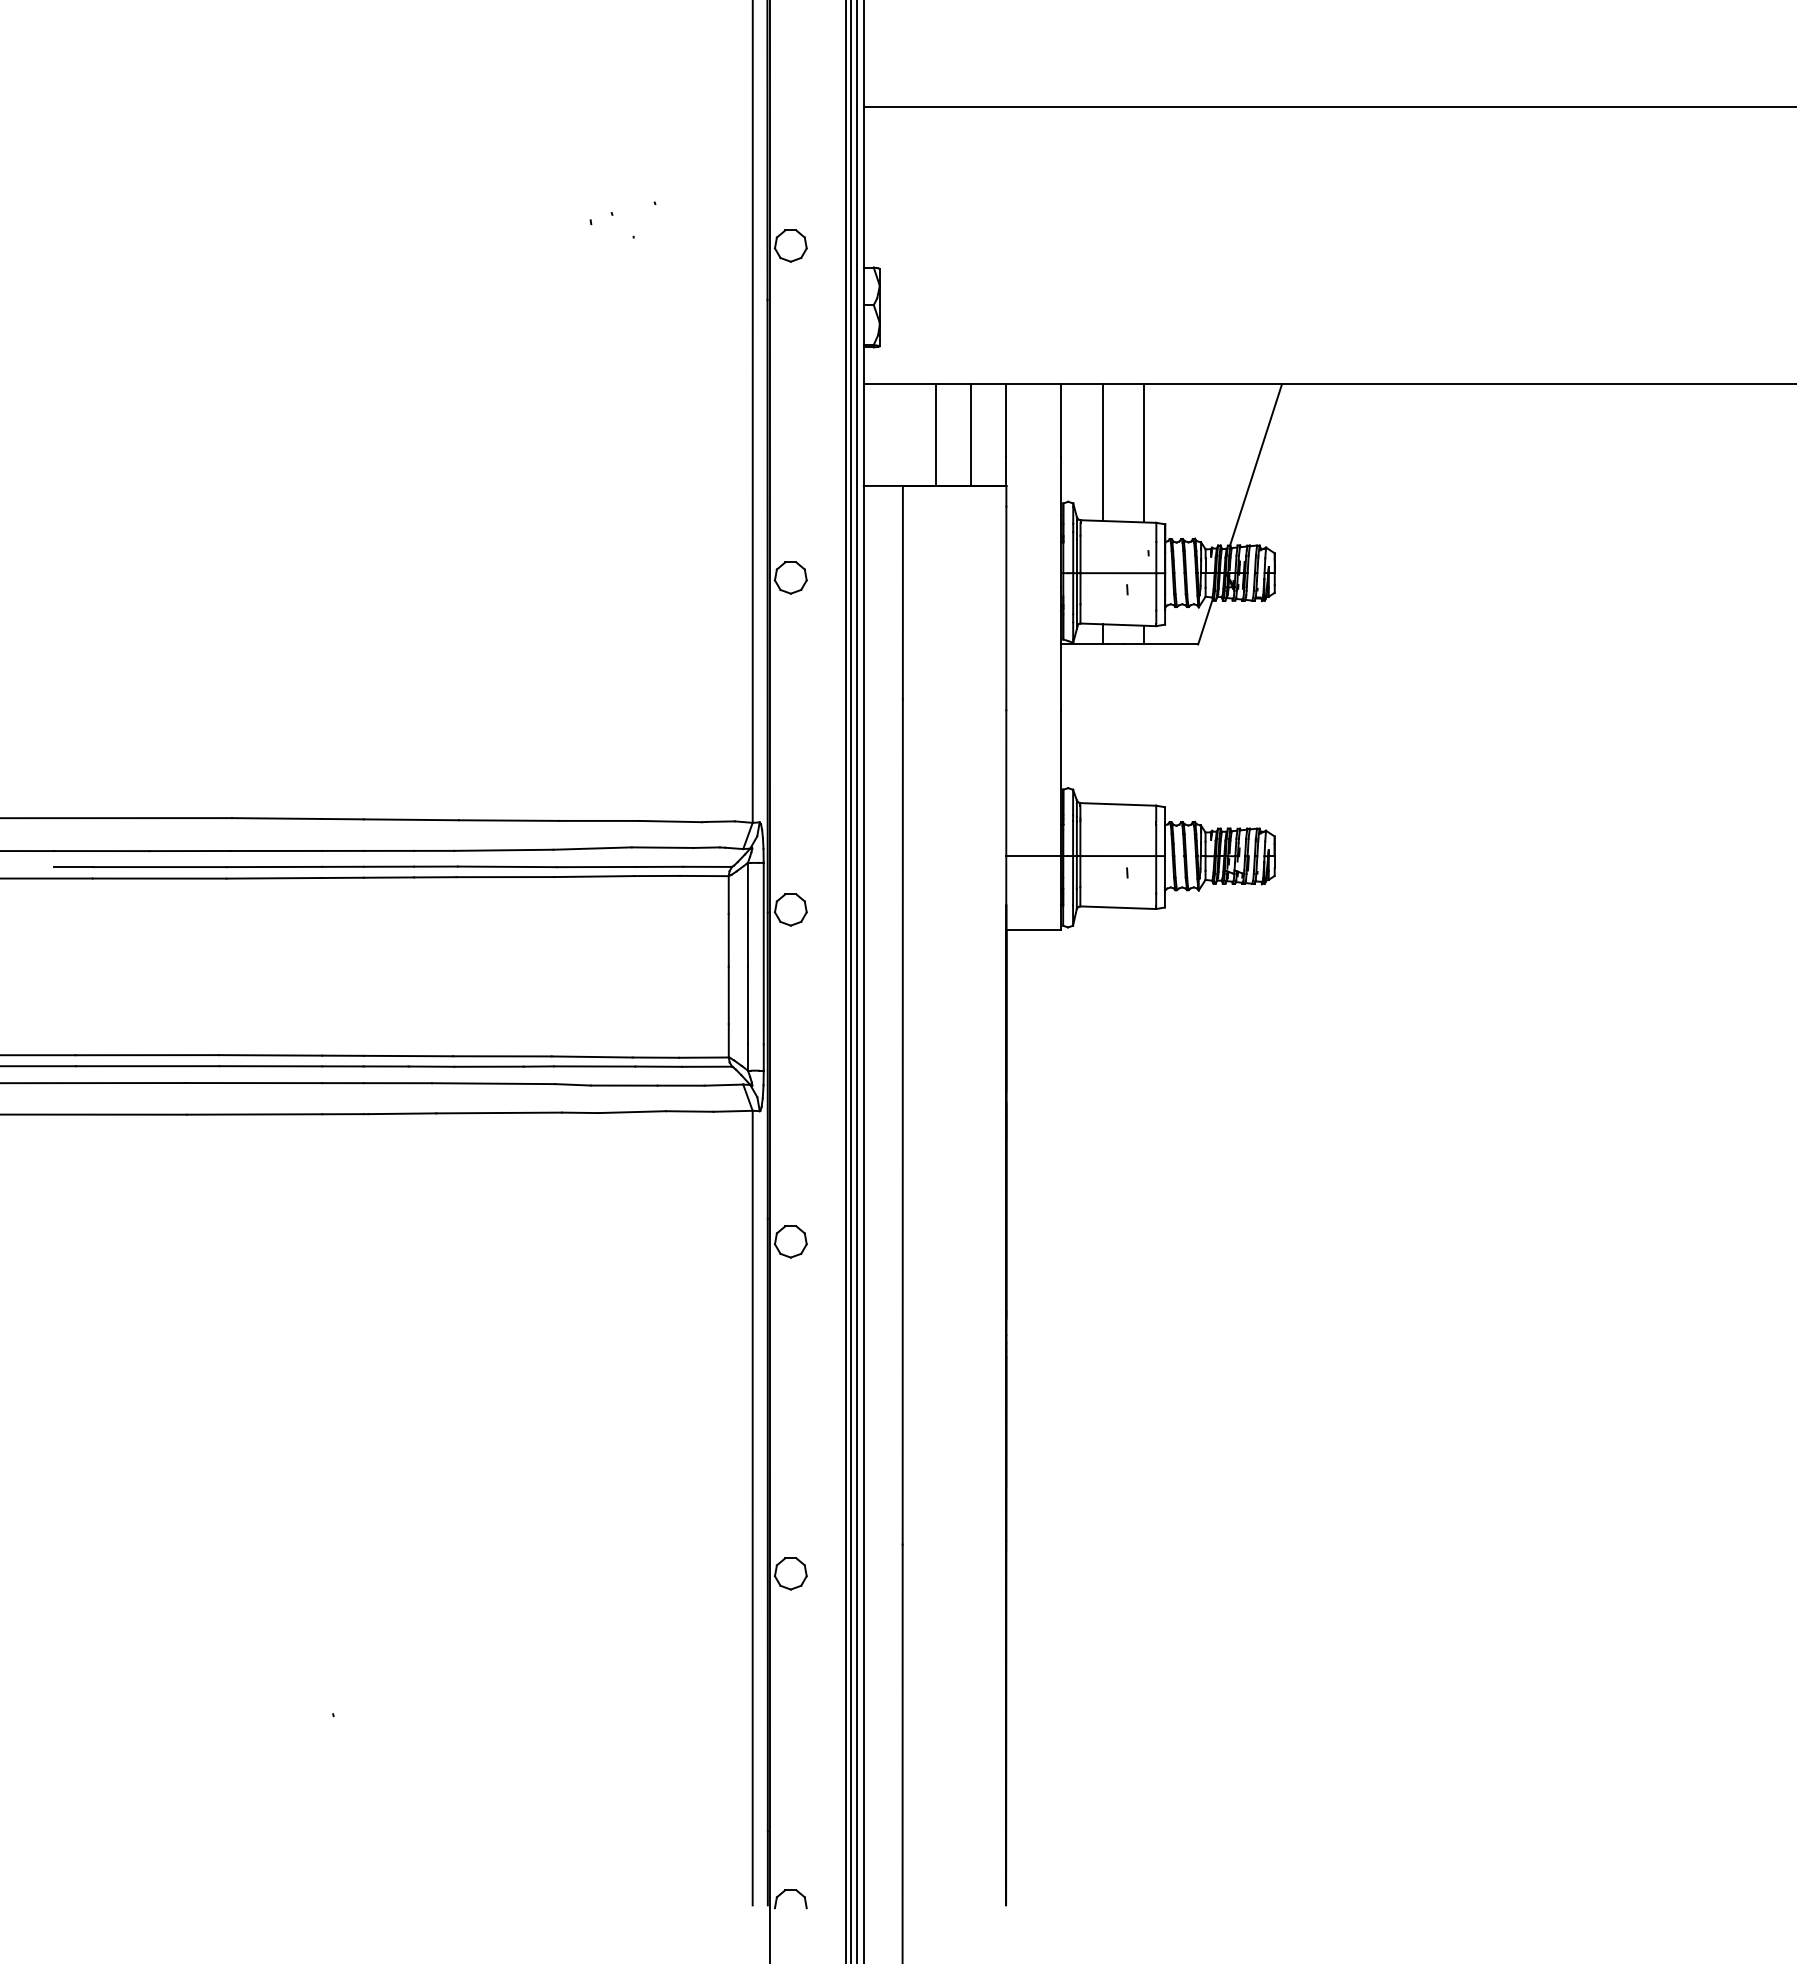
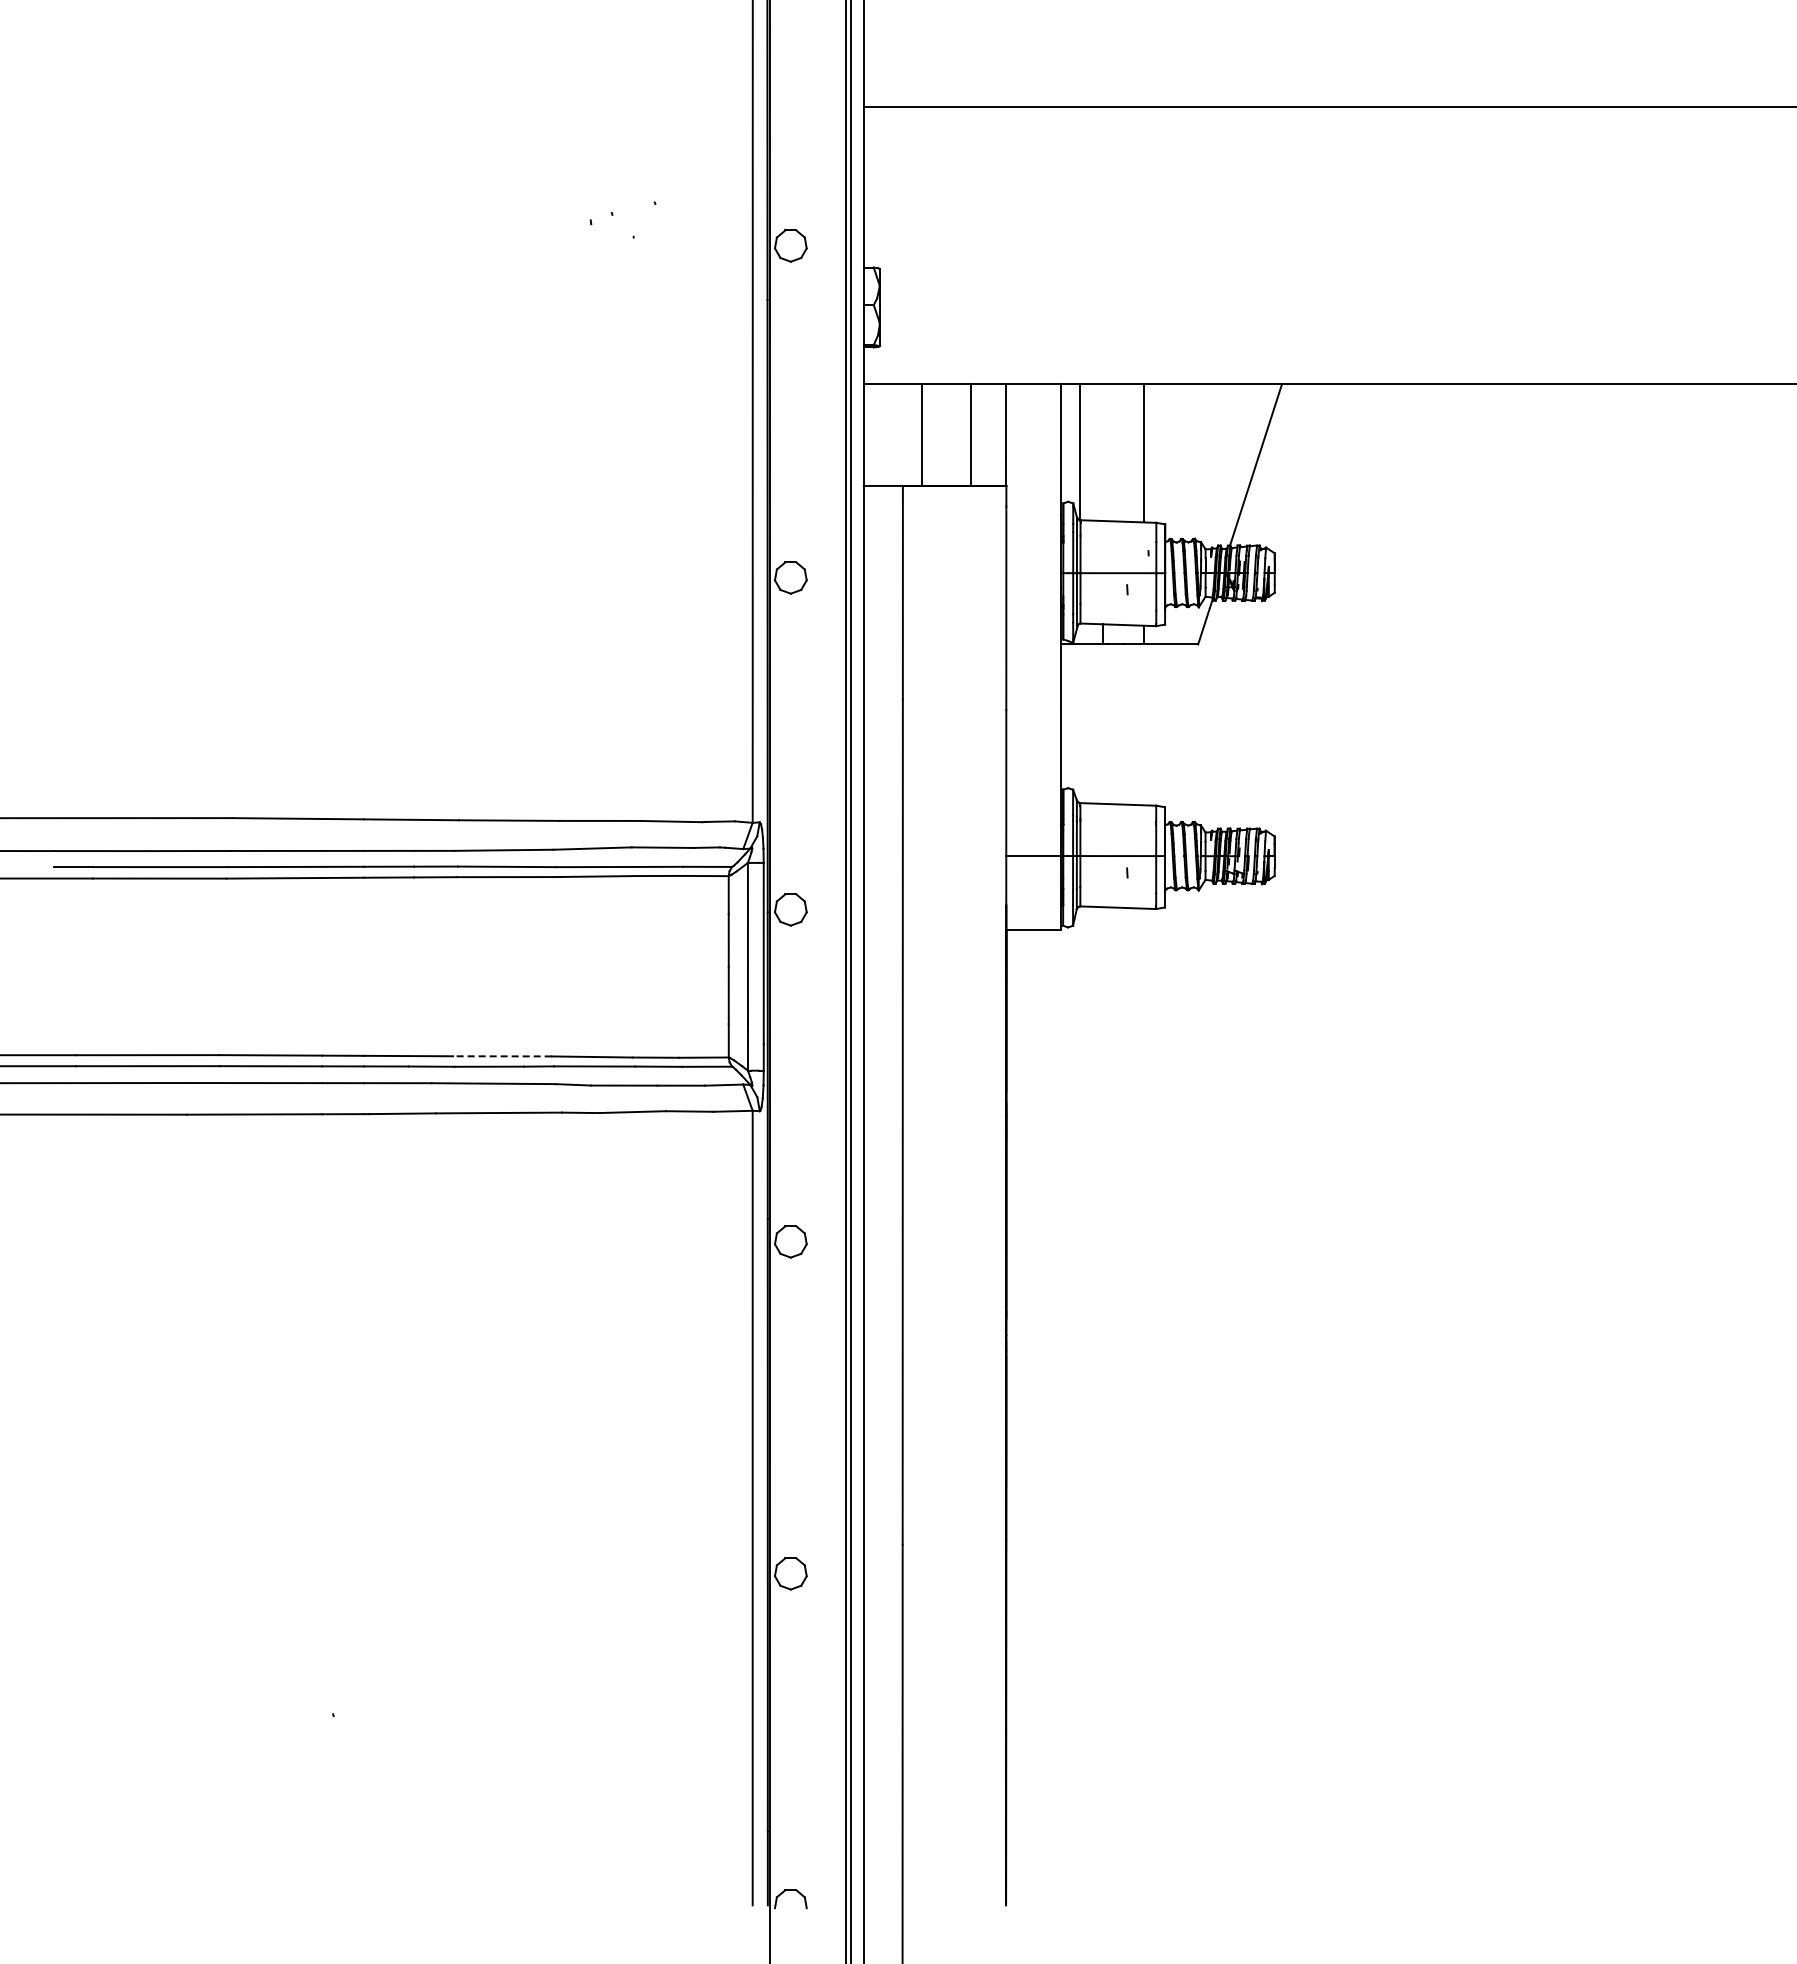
line at (936, 434) position: (936, 434) -> (922, 434)
line at (1102, 452) position: (1102, 452) -> (1079, 452)
line at (857, 981): present -> none
line at (501, 1056): solid -> dashed
